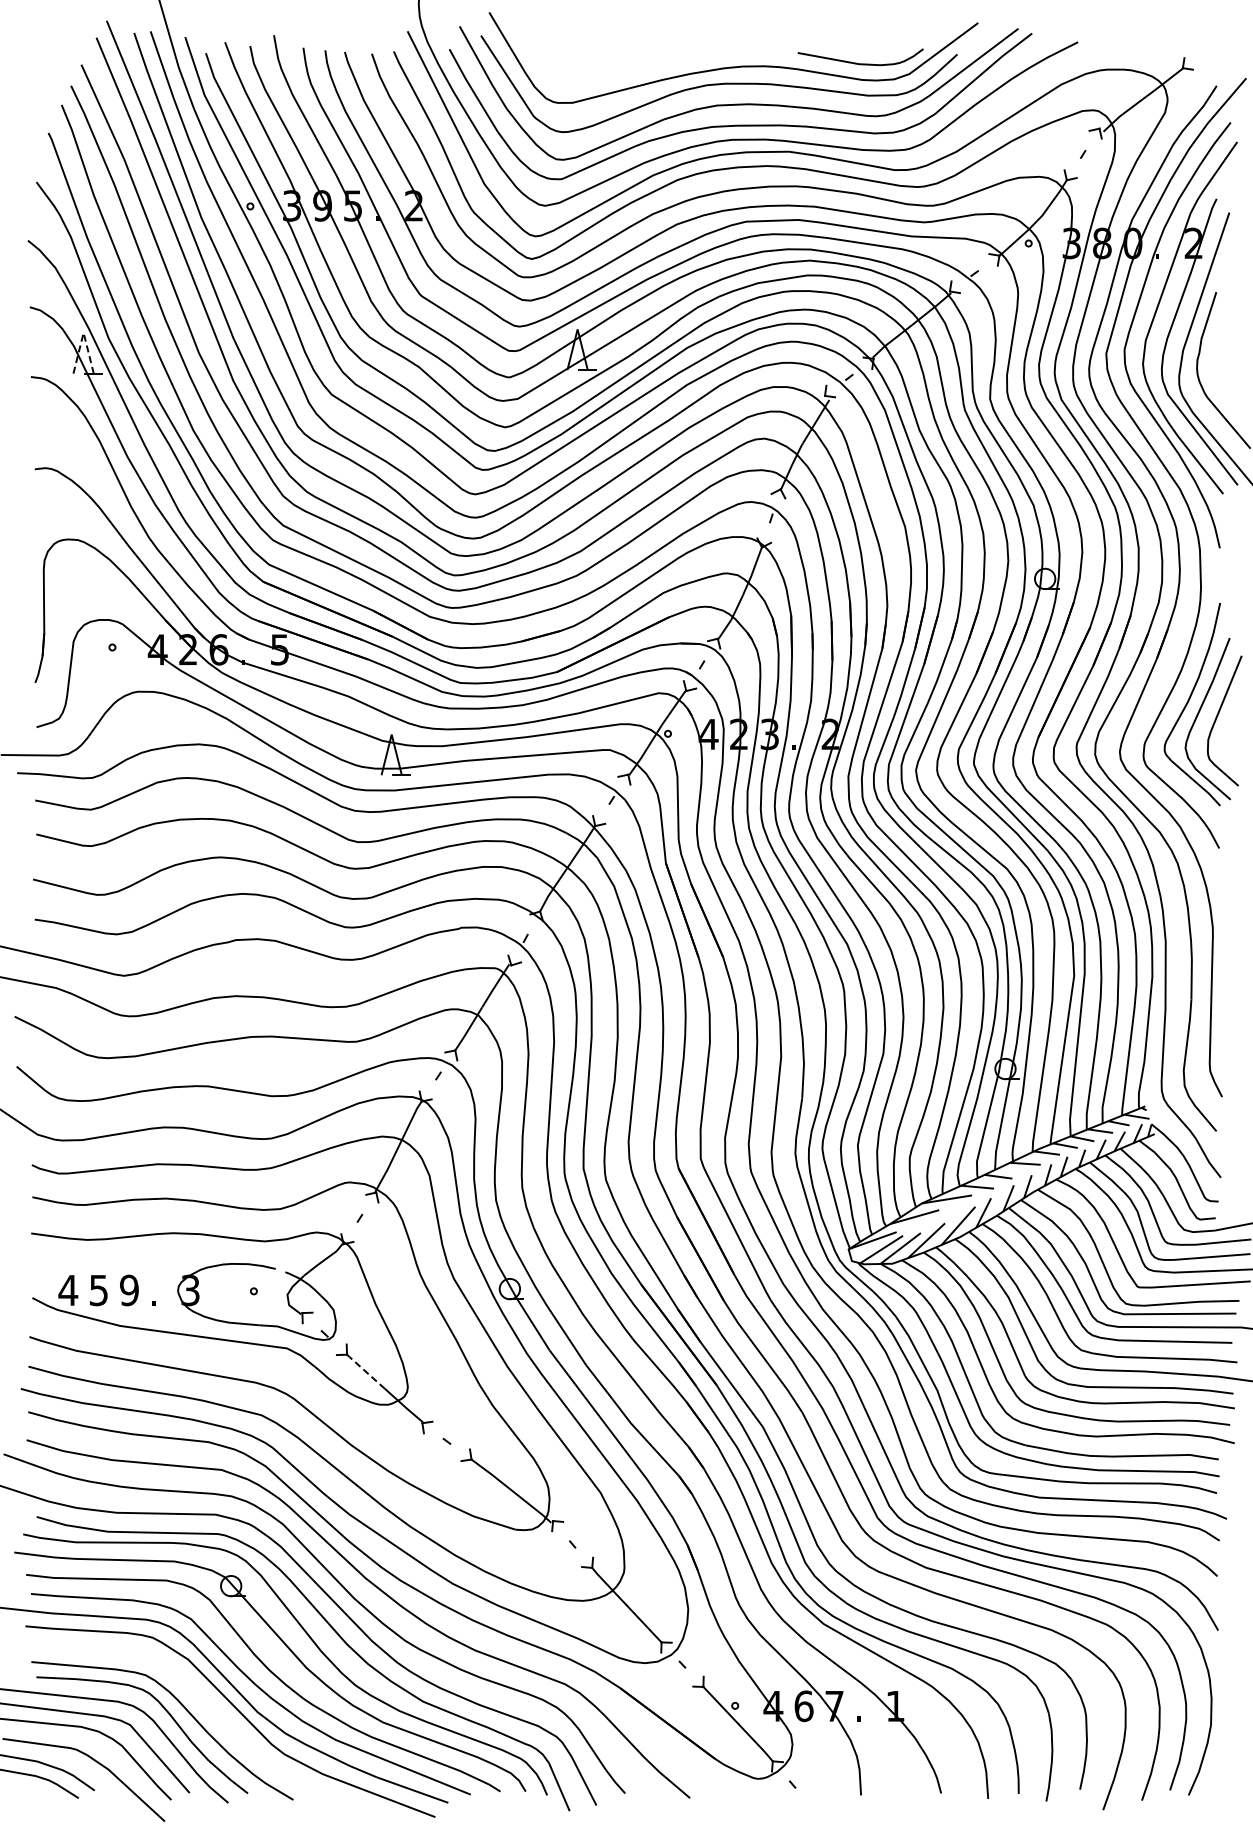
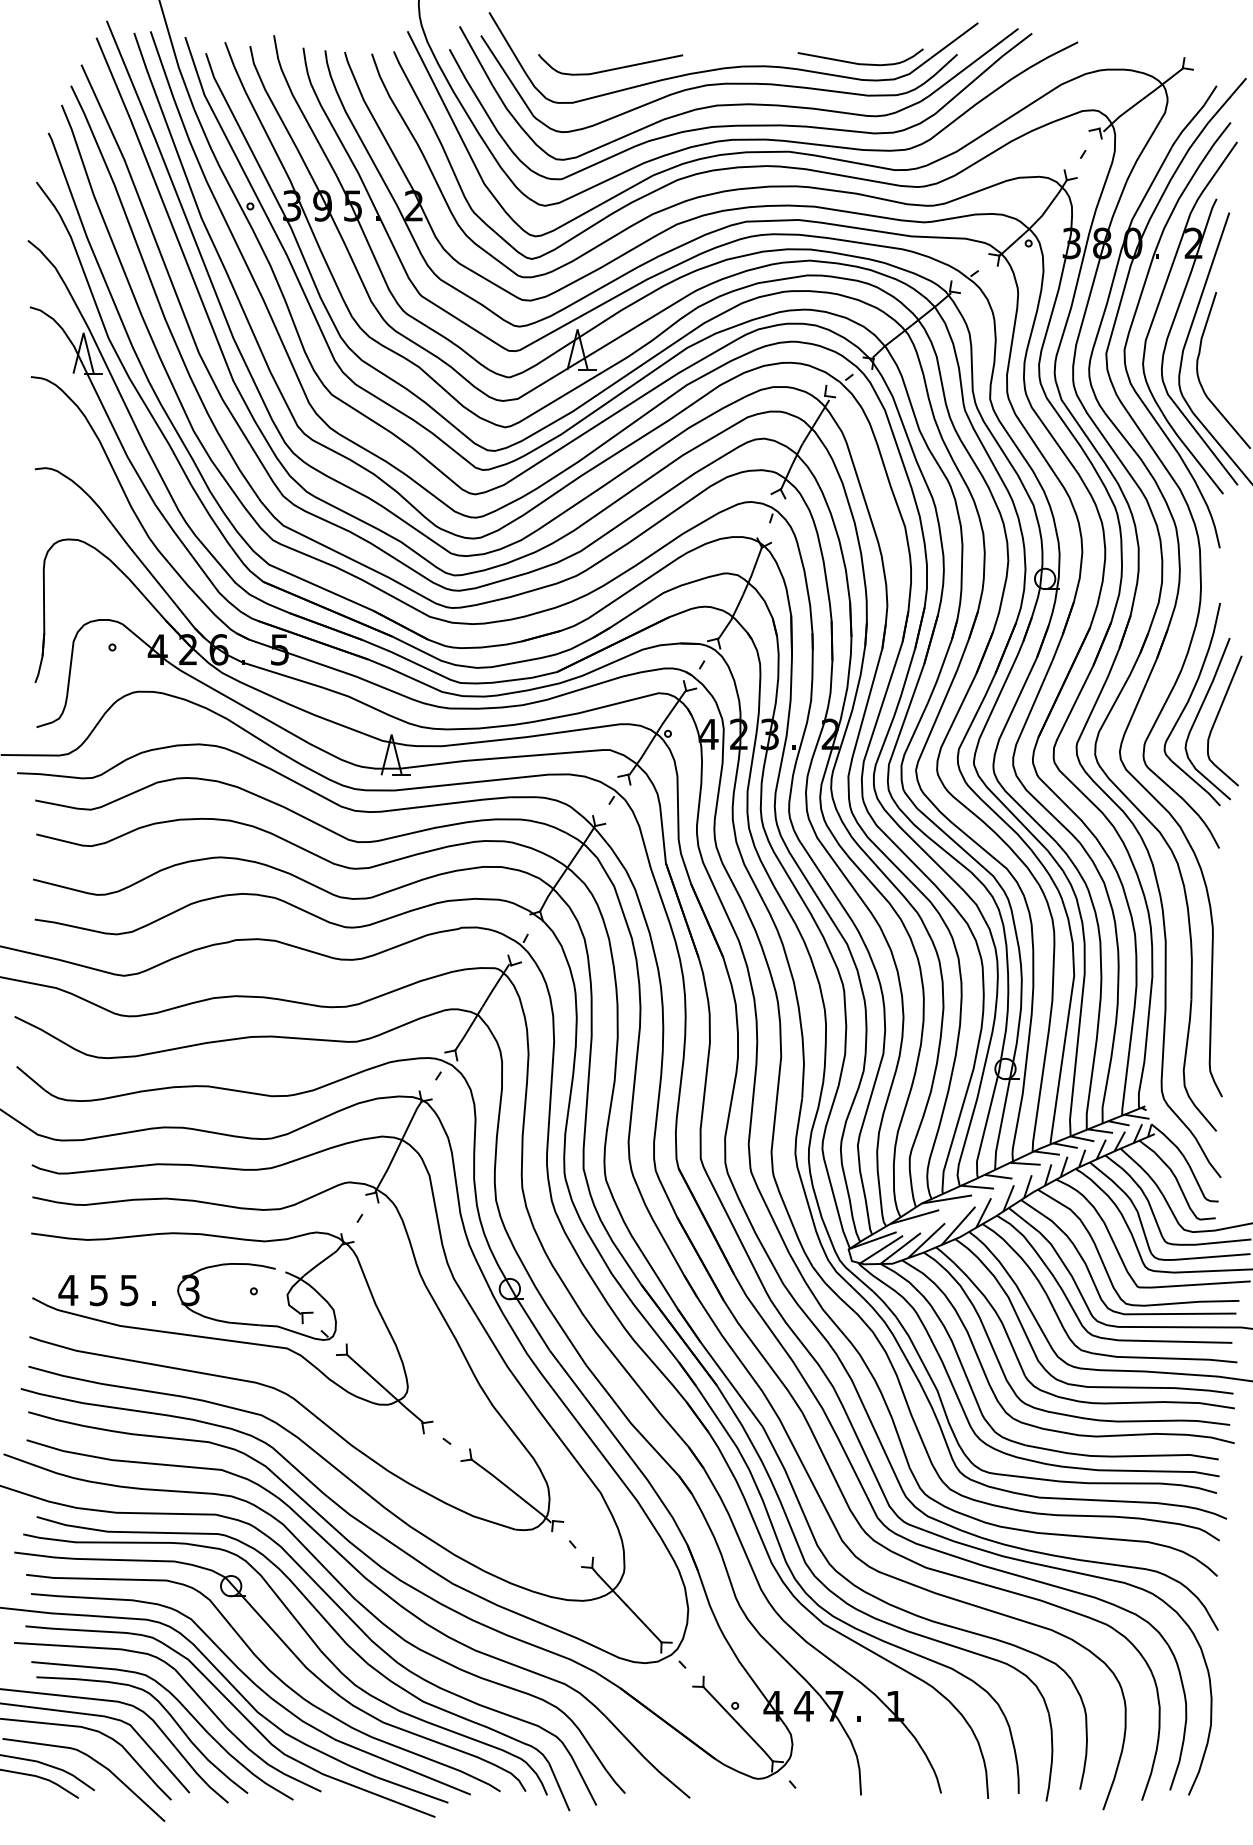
curve at (611, 68): none -> present
line at (83, 332): dashed -> solid
text at (129, 1290): 9 -> 5
line at (365, 1371): dashed -> solid
curve at (195, 1694): none -> present
text at (803, 1706): 6 -> 4
